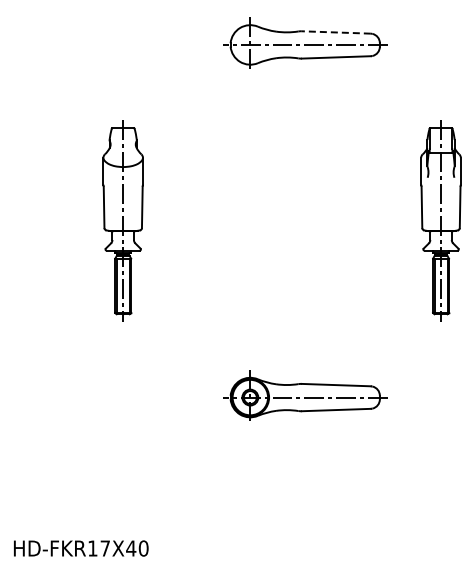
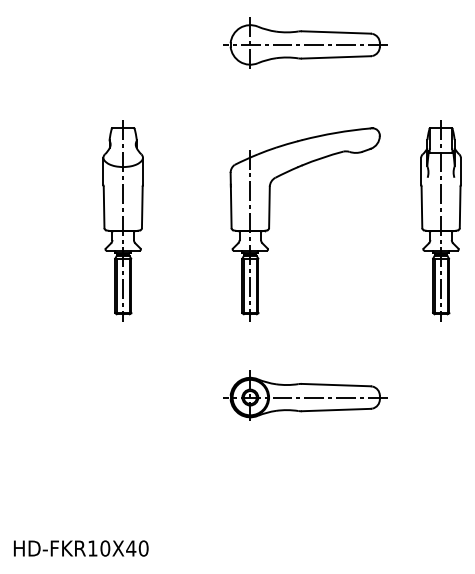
line at (336, 32): dashed -> solid
part at (270, 224): none -> present
text at (105, 548): HD-FKR17X40 -> HD-FKR10X40
